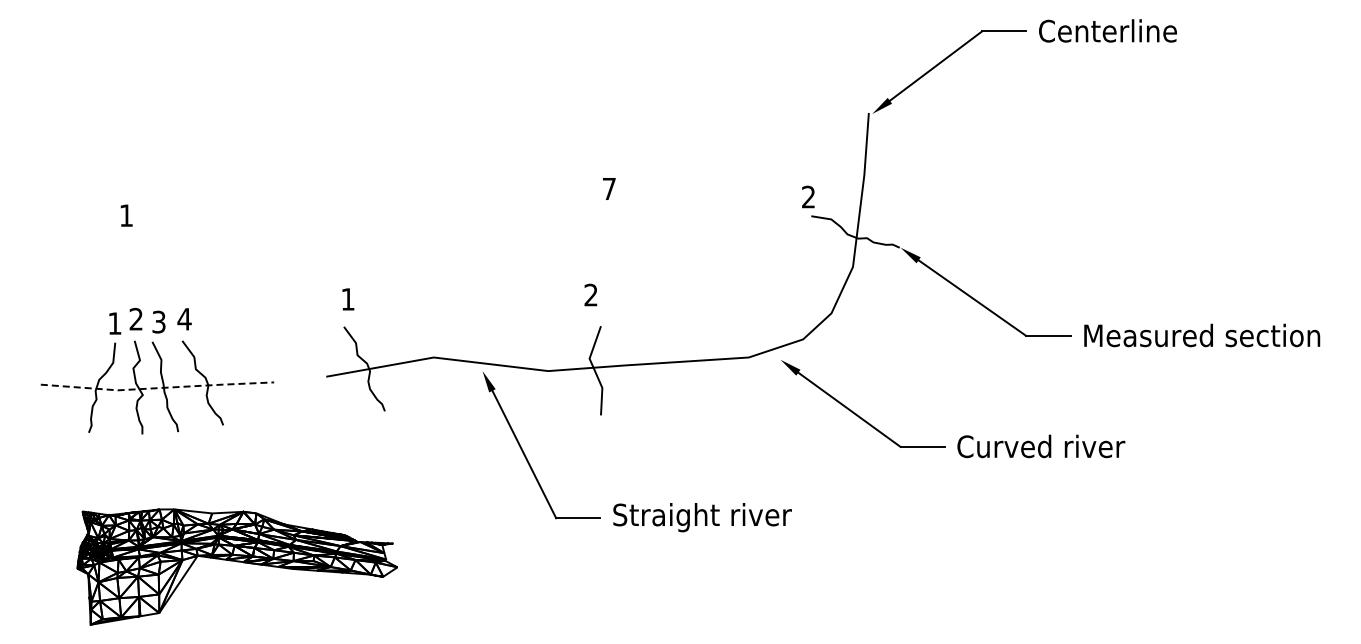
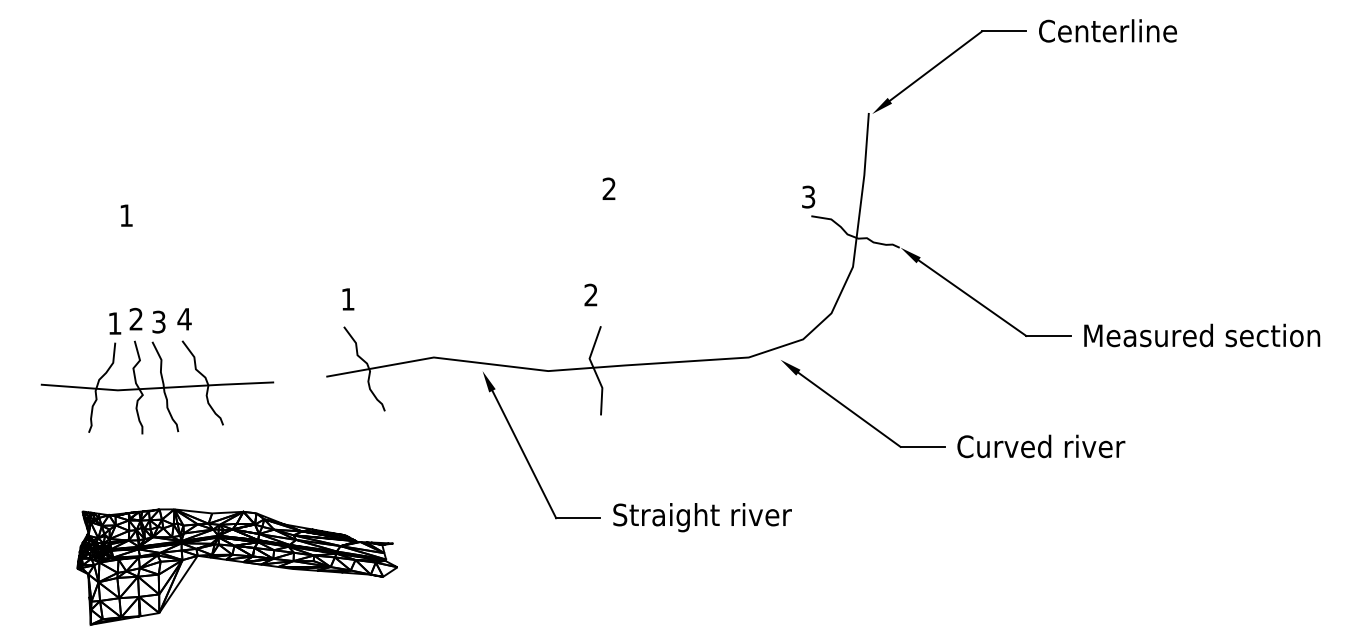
text at (608, 188): 7 -> 2
text at (808, 197): 2 -> 3
line at (157, 388): dashed -> solid
